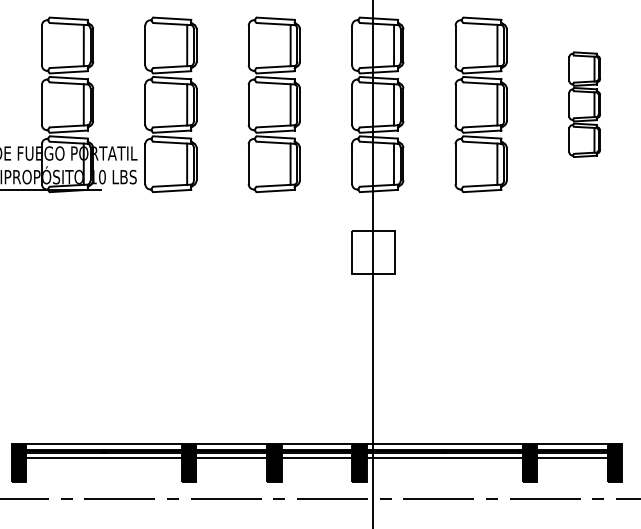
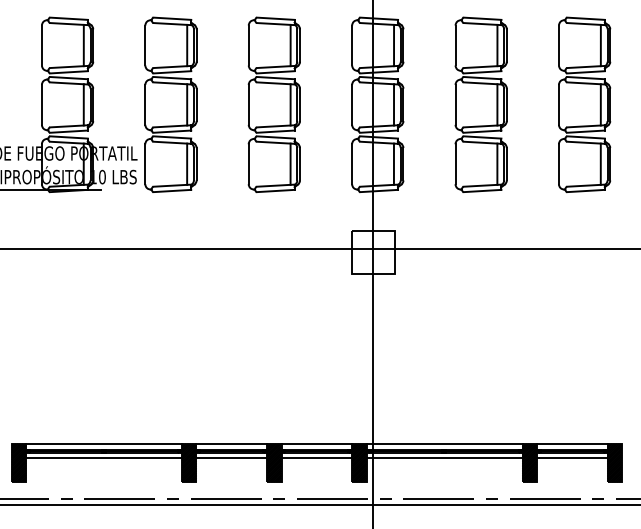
part at (584, 104) size: 33x107 px -> 54x177 px
line at (319, 249): none -> present
line at (319, 505): none -> present
